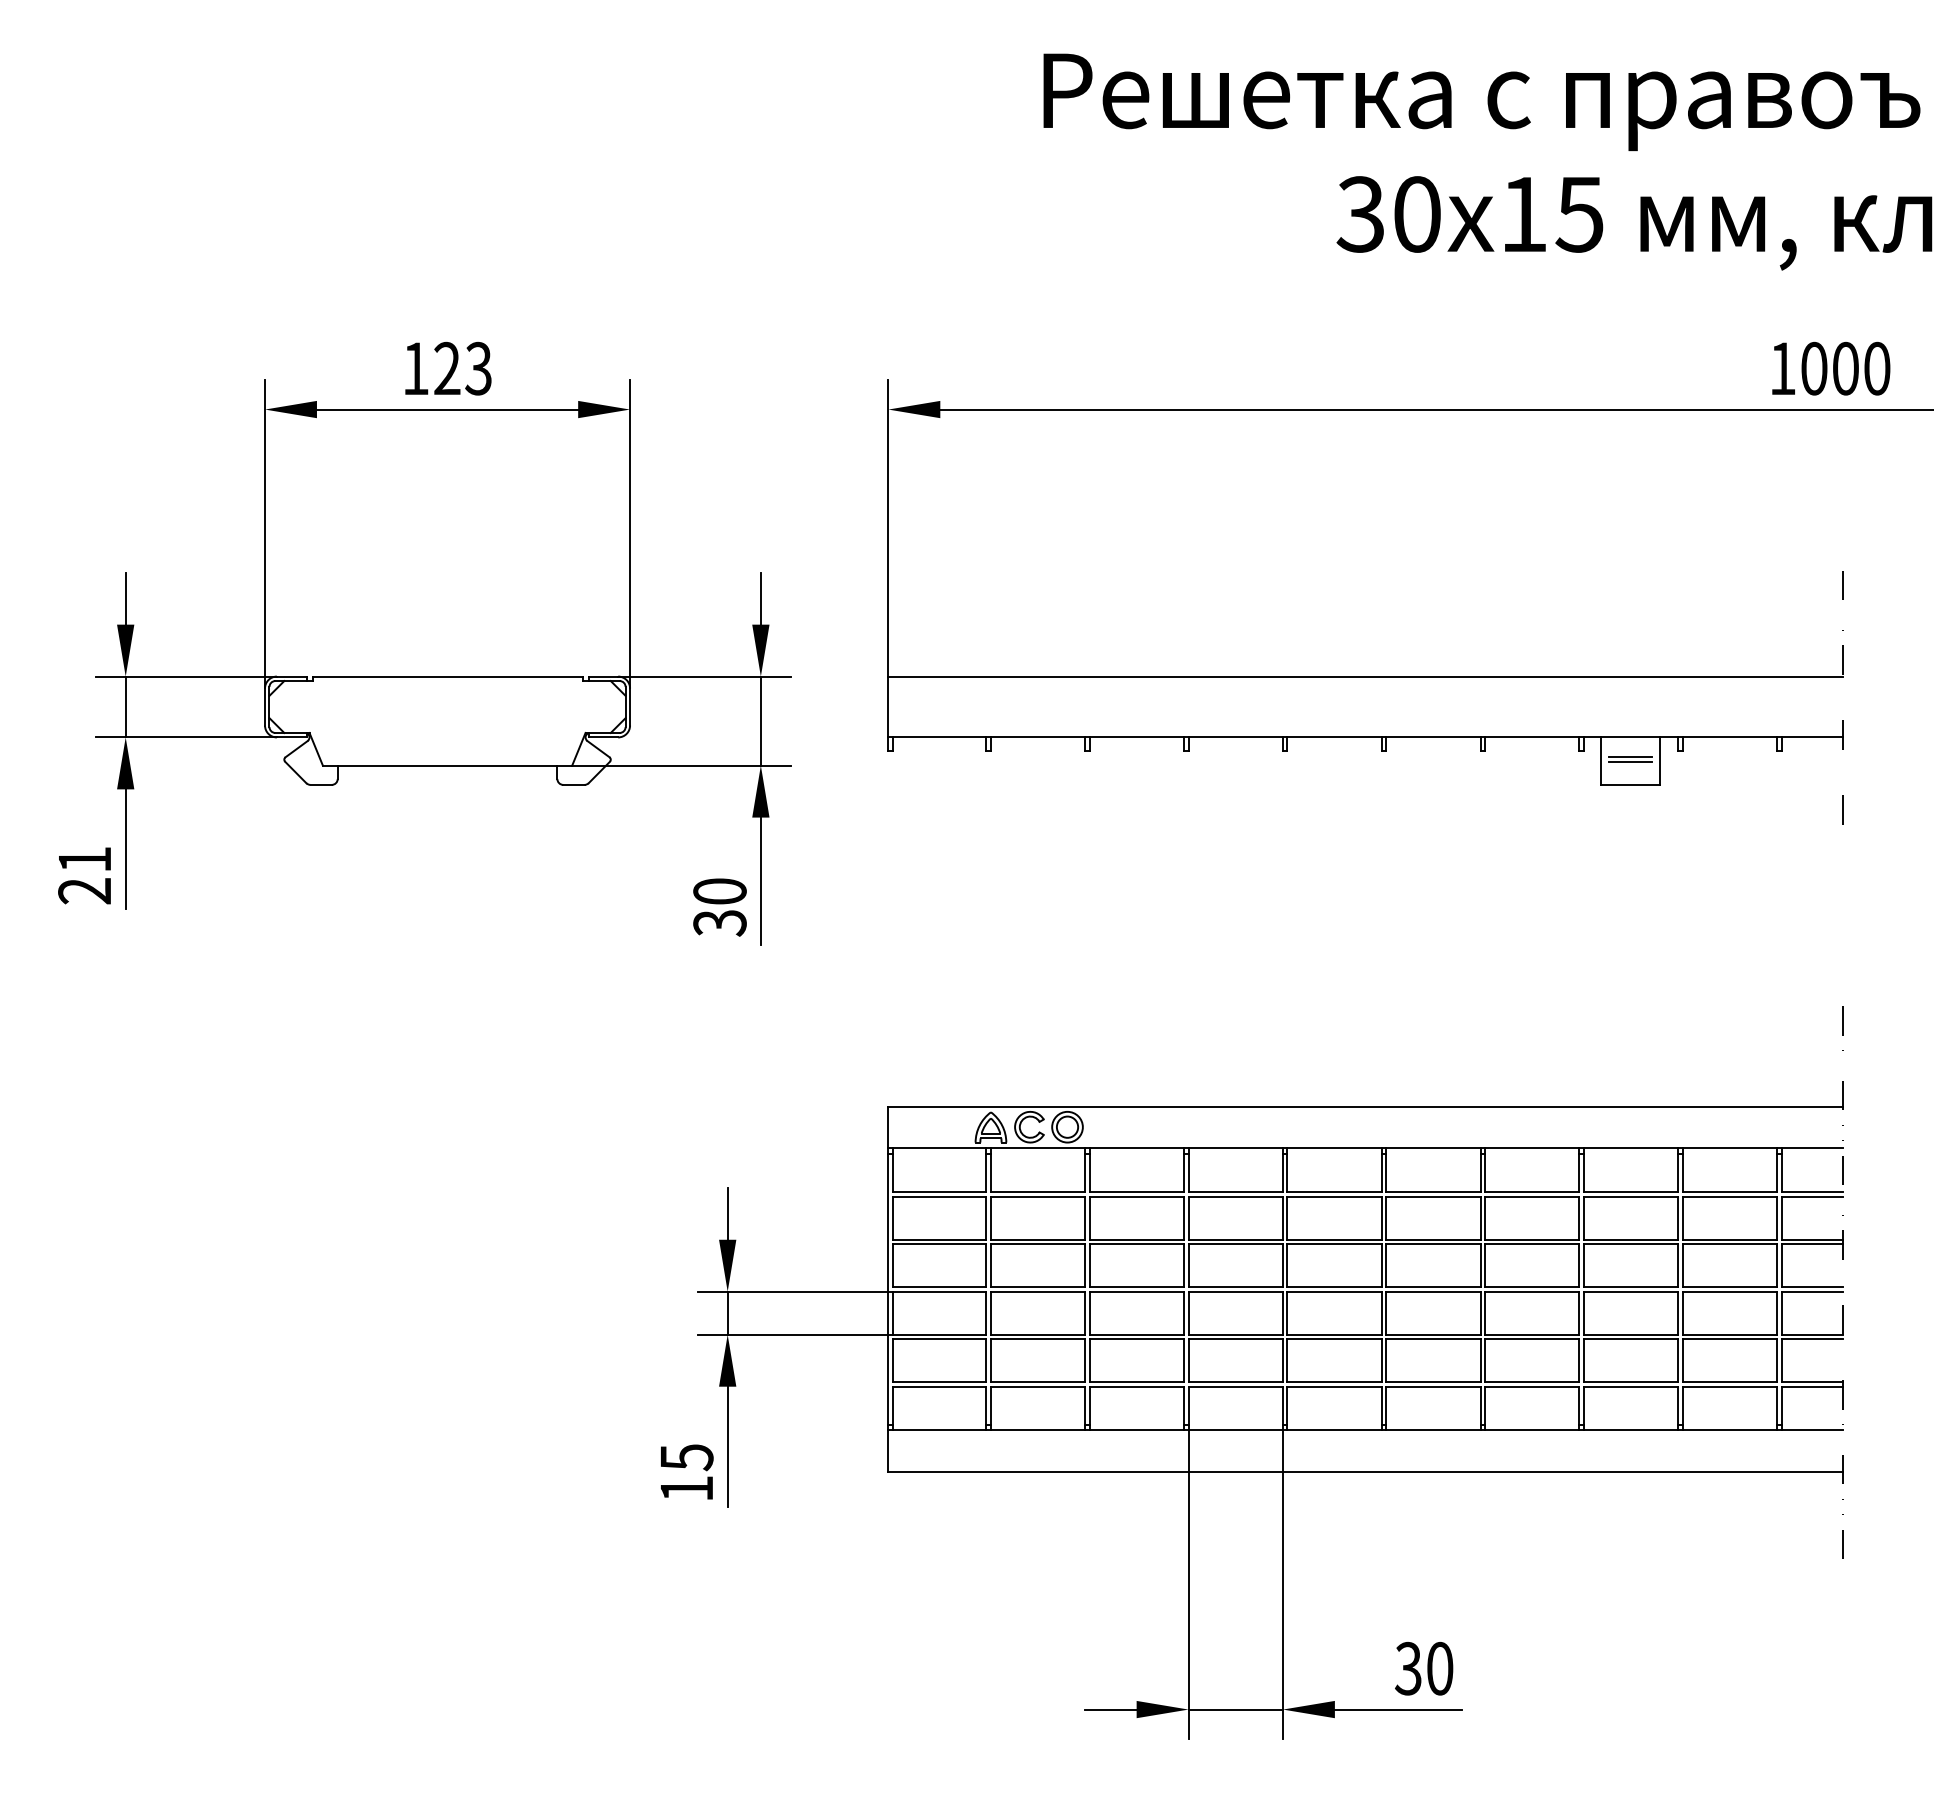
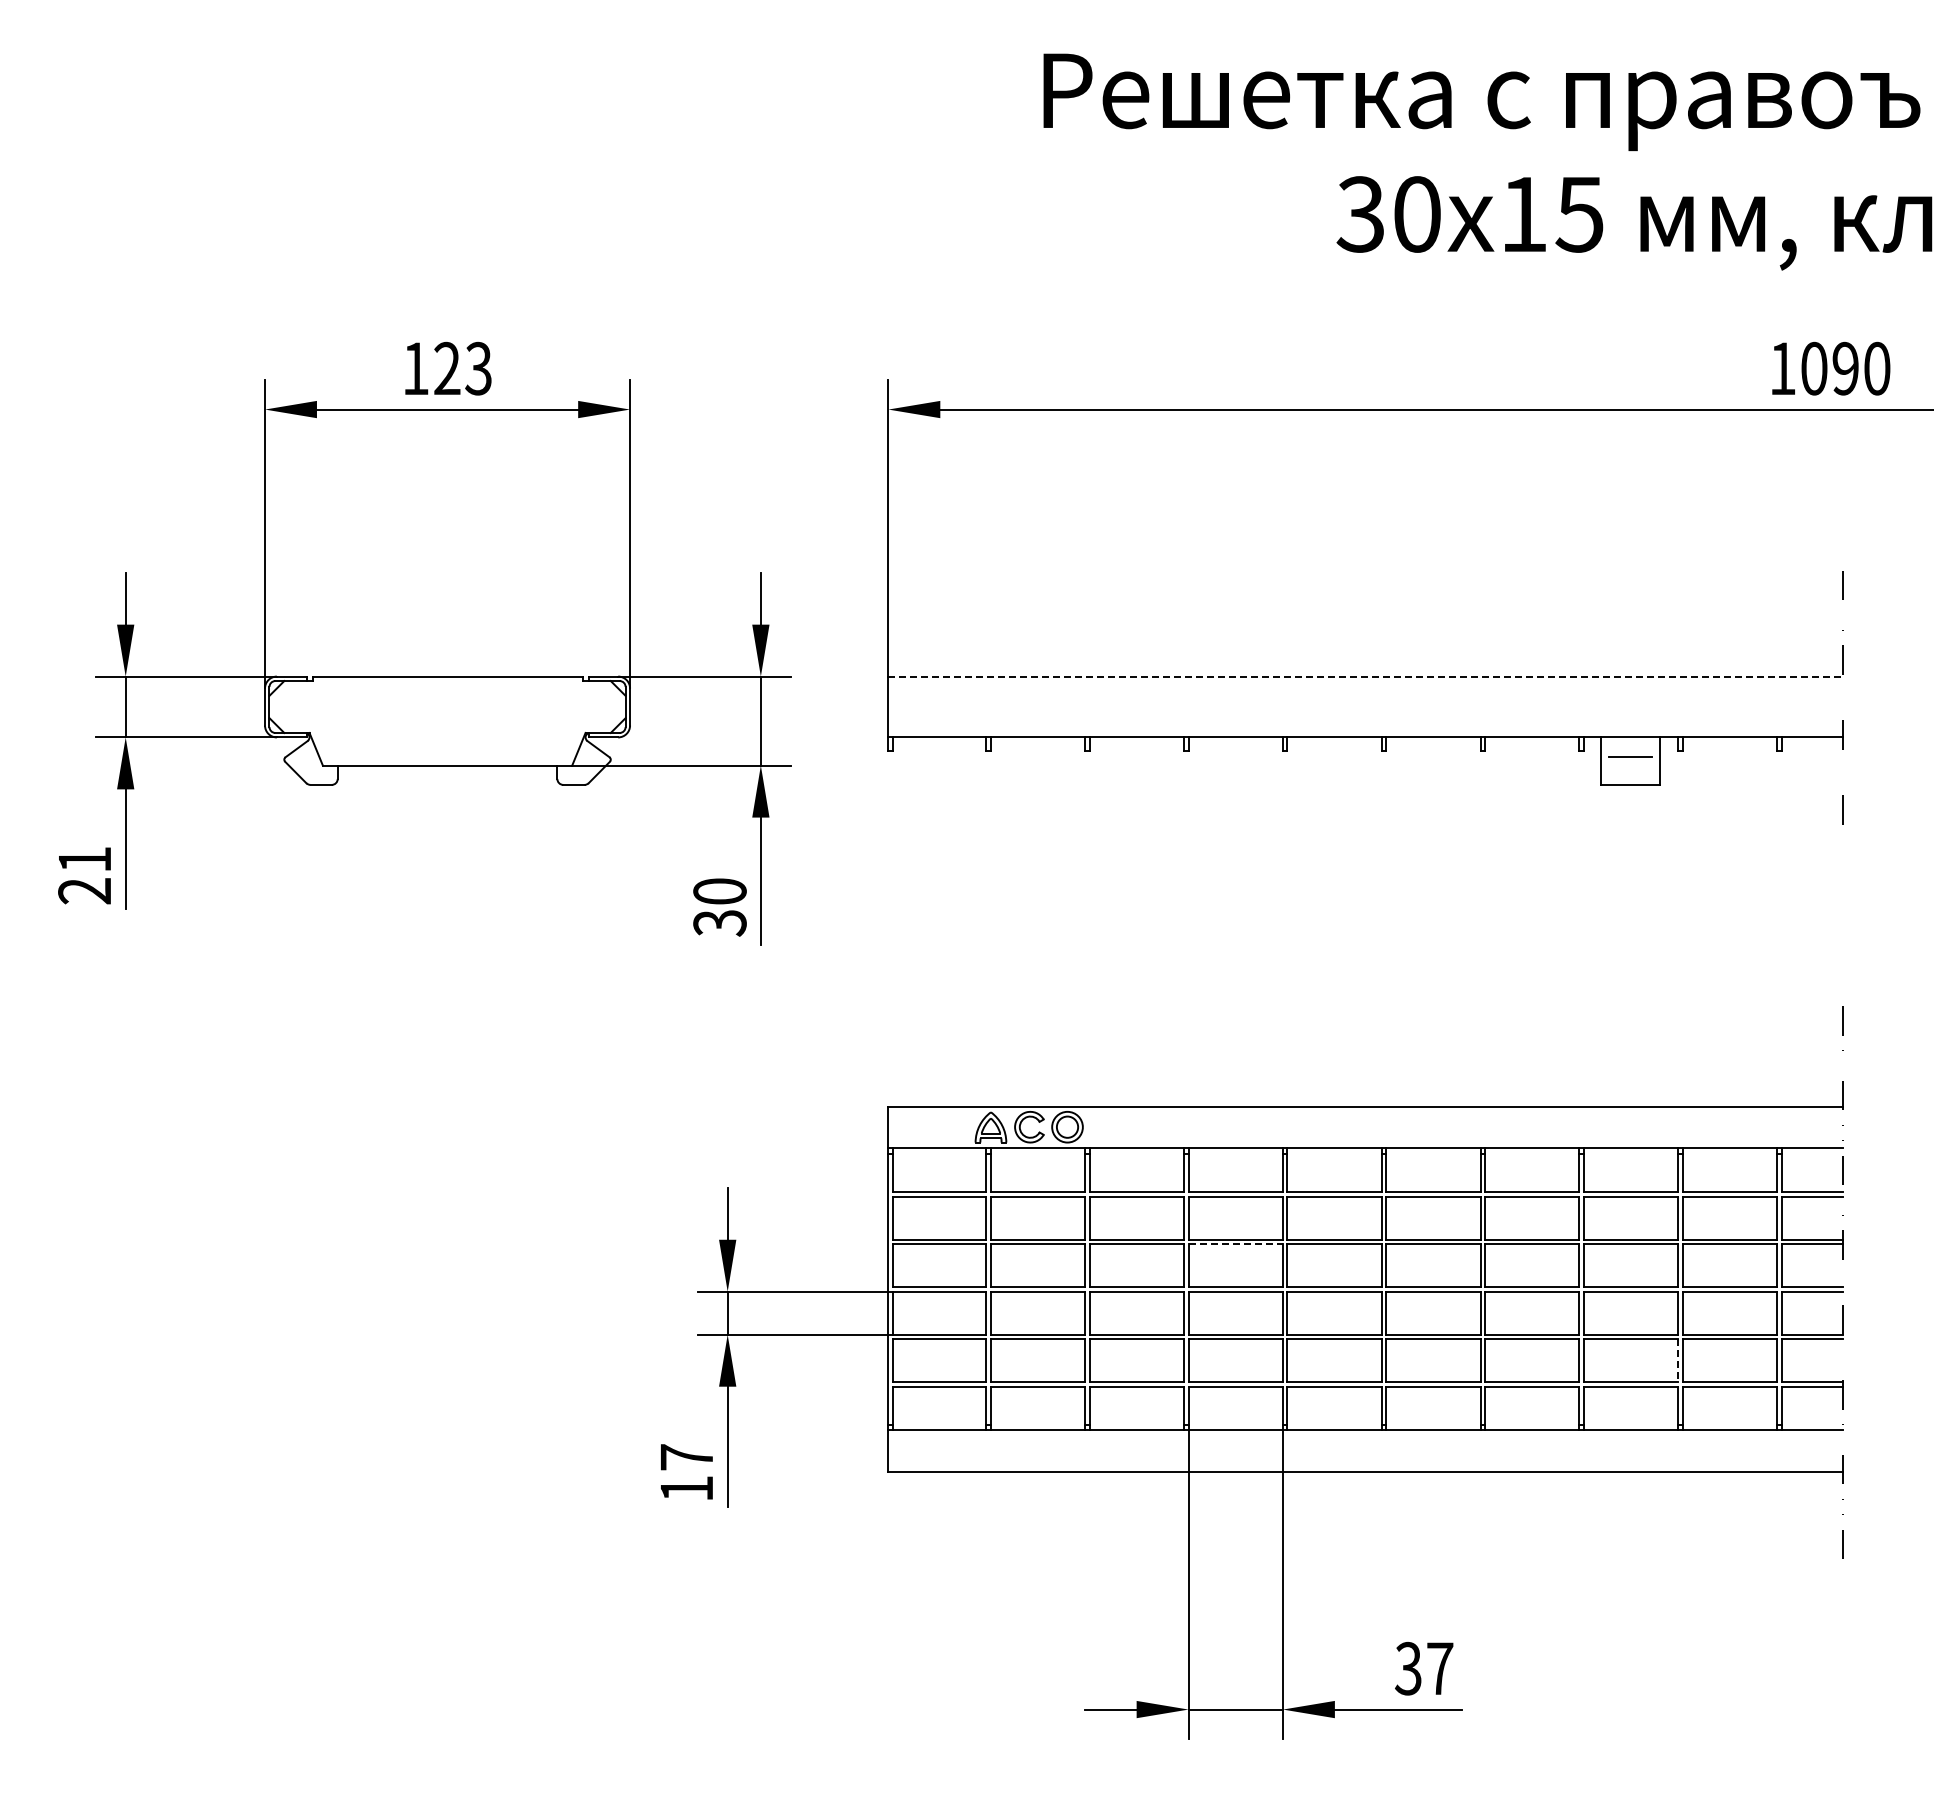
text at (1845, 368): 1000 -> 1090
line at (1365, 676): solid -> dashed
line at (1630, 761): present -> none
line at (1236, 1244): solid -> dashed
line at (1678, 1360): solid -> dashed
text at (687, 1457): 15 -> 17
text at (1440, 1668): 30 -> 37
